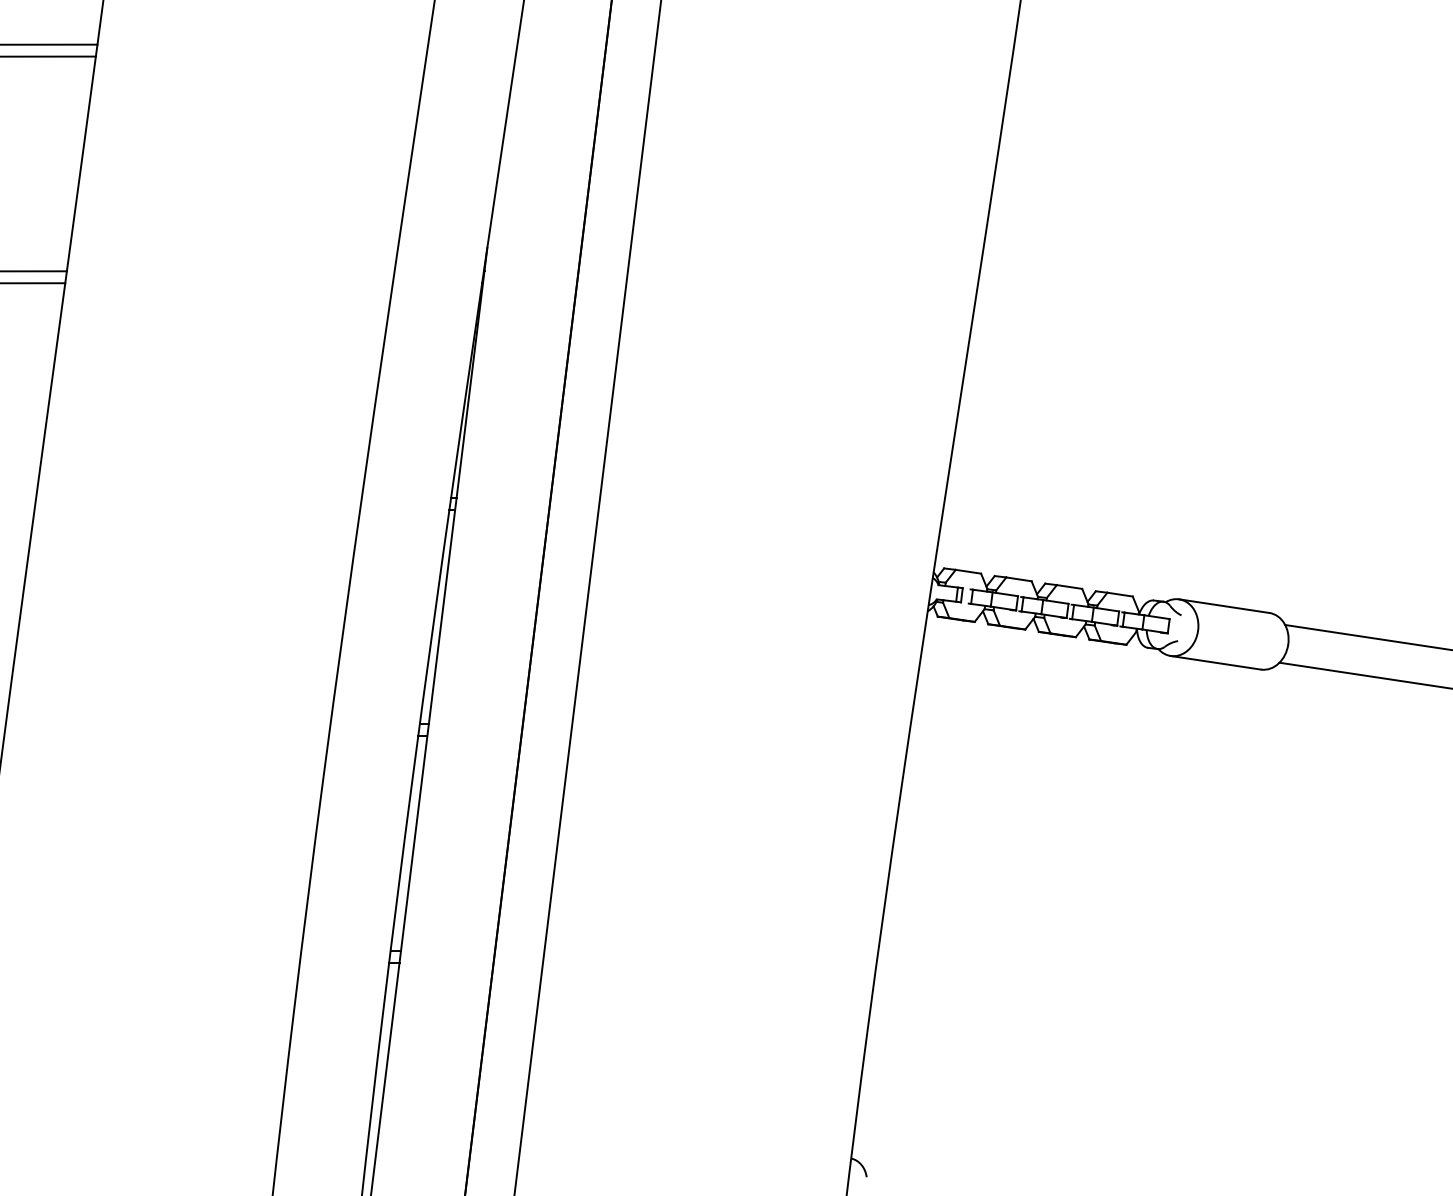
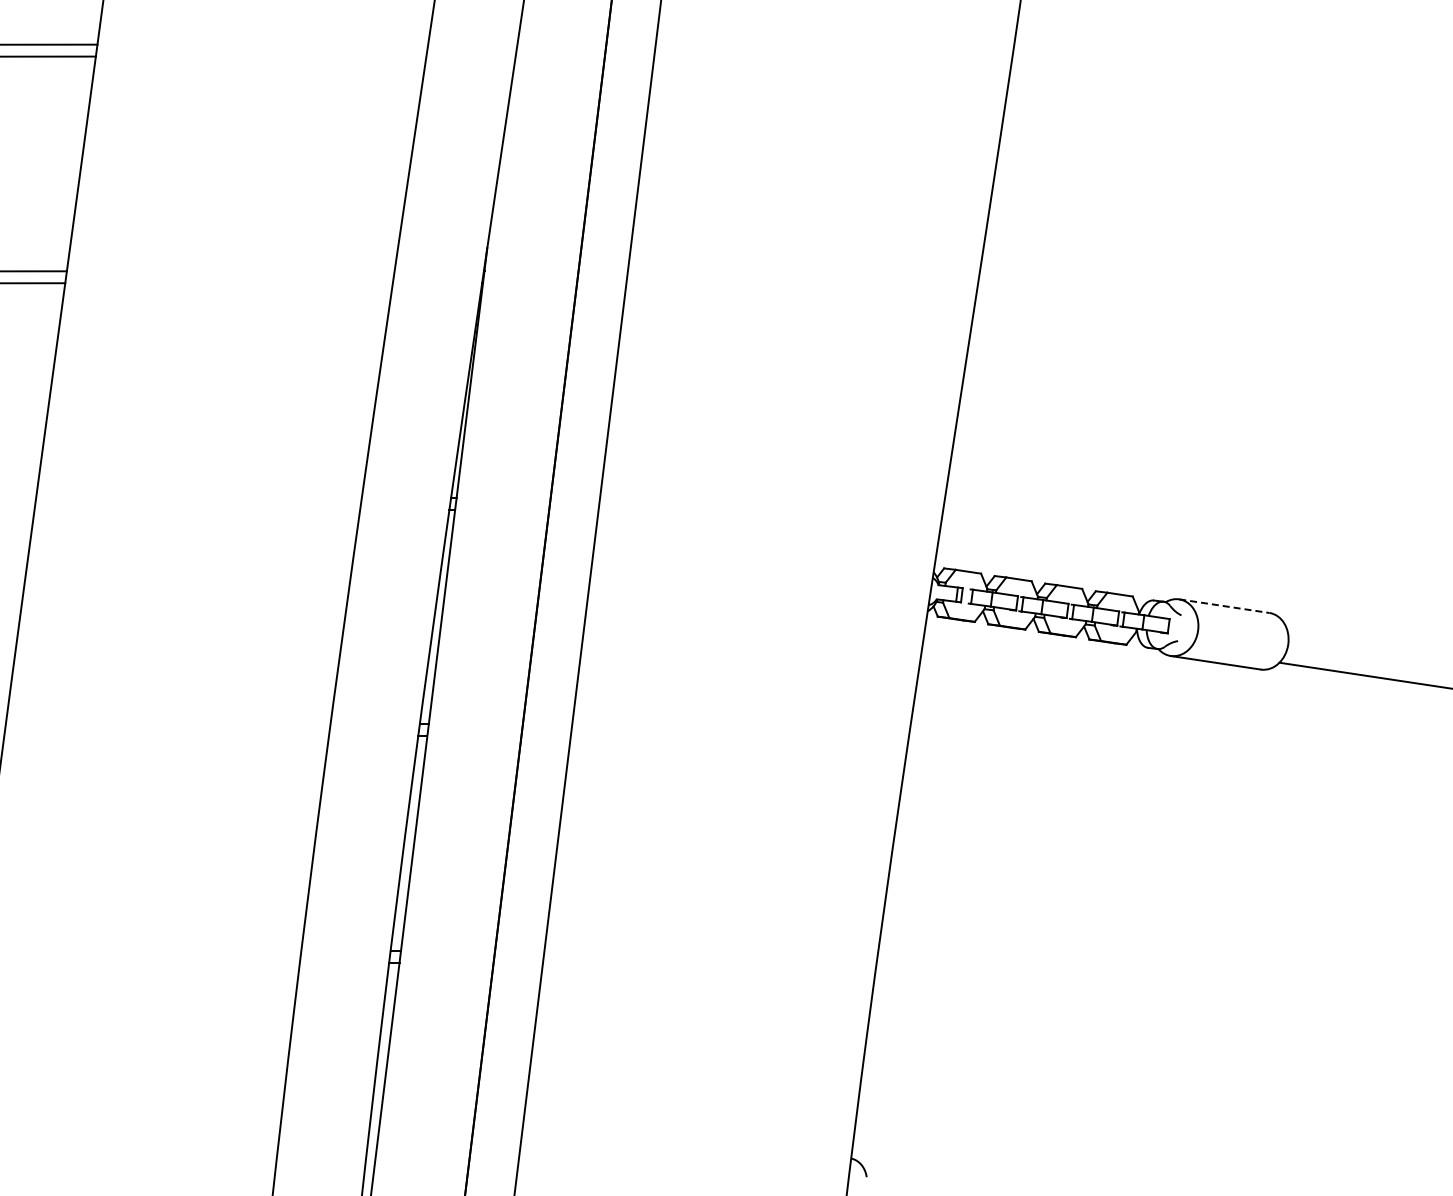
line at (1224, 606): solid -> dashed
line at (1367, 637): present -> none
